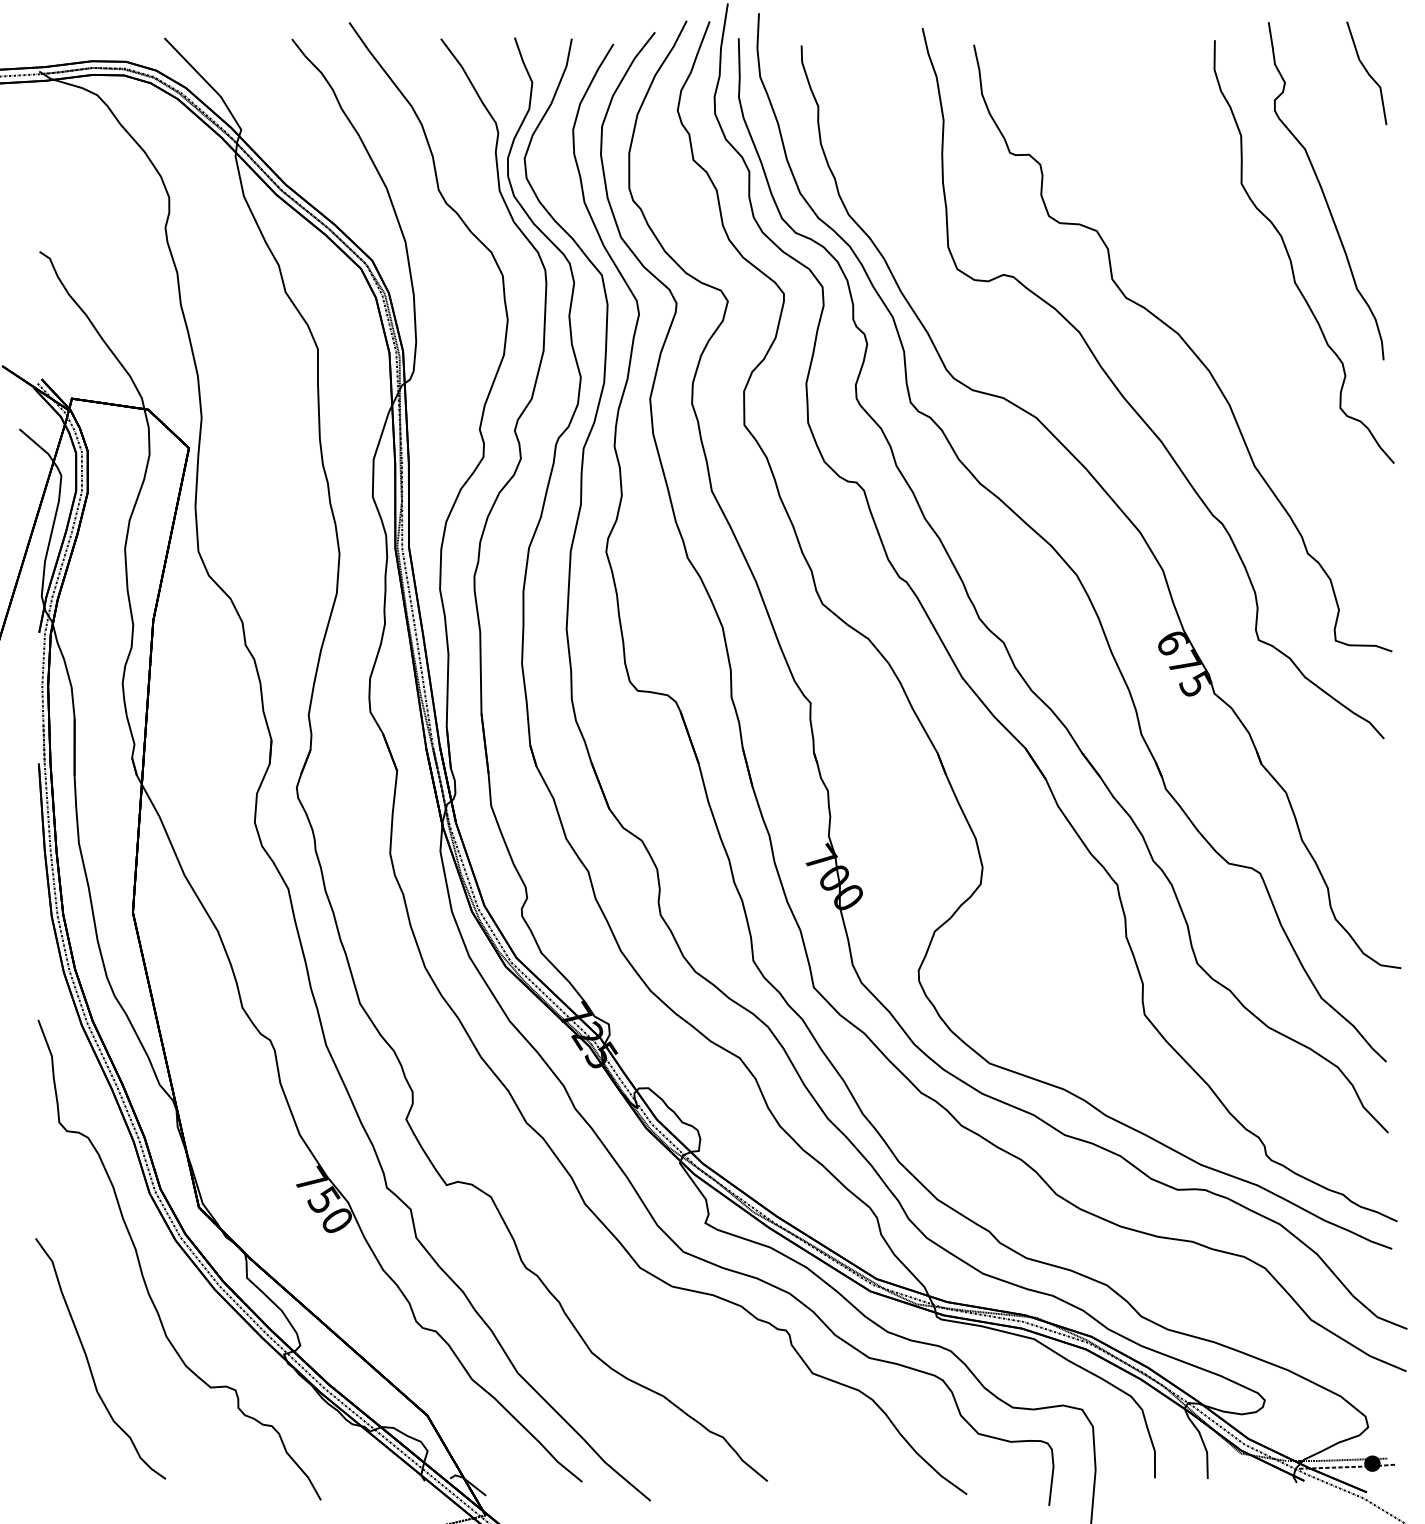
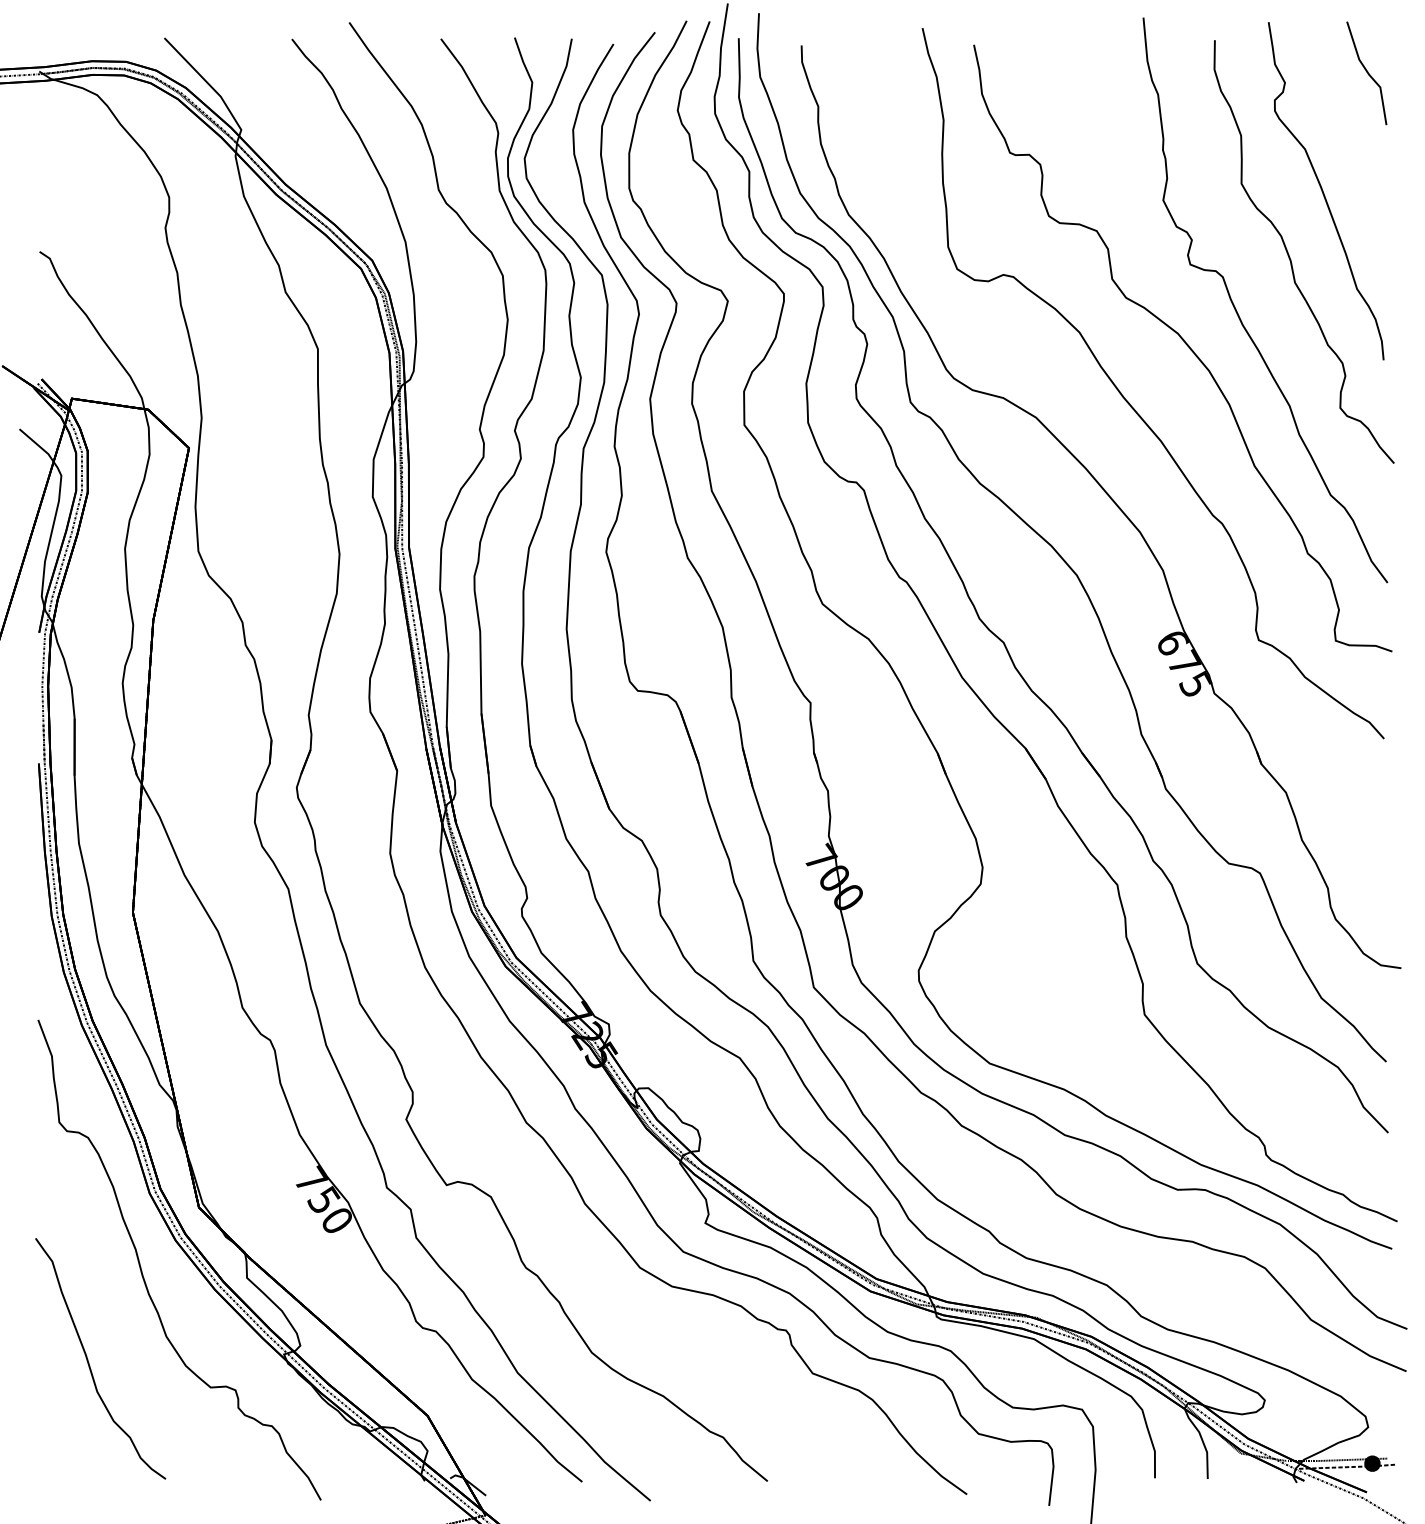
part at (1238, 313): none -> present
